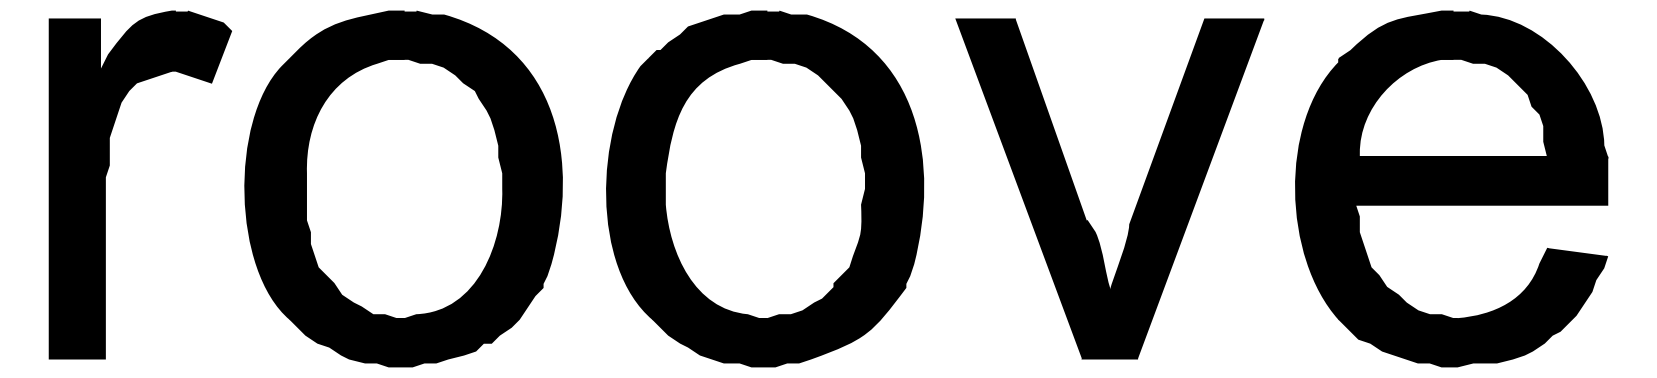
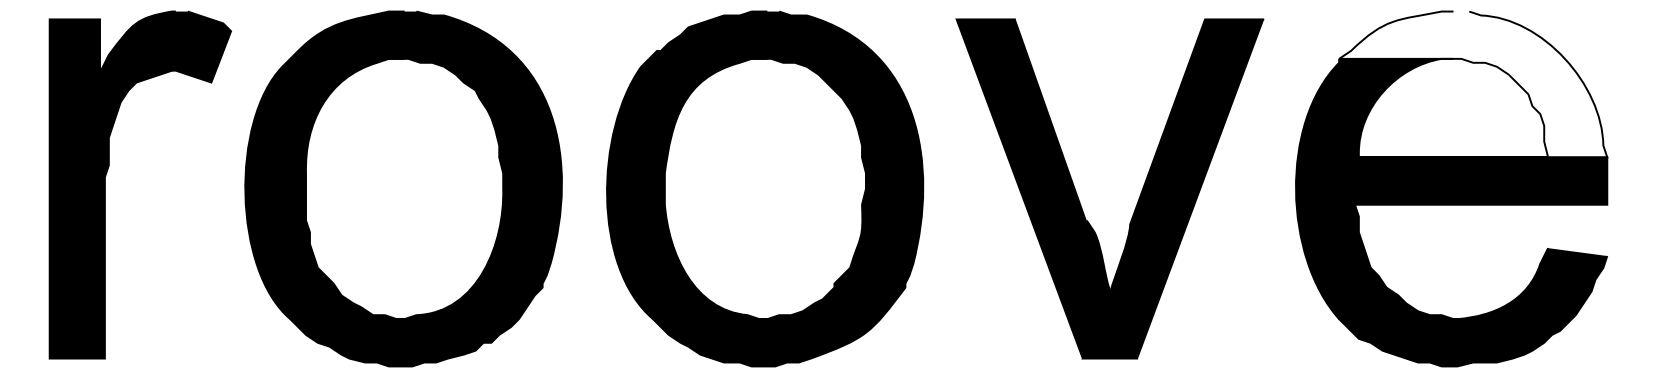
fill at (1473, 84): present -> none
